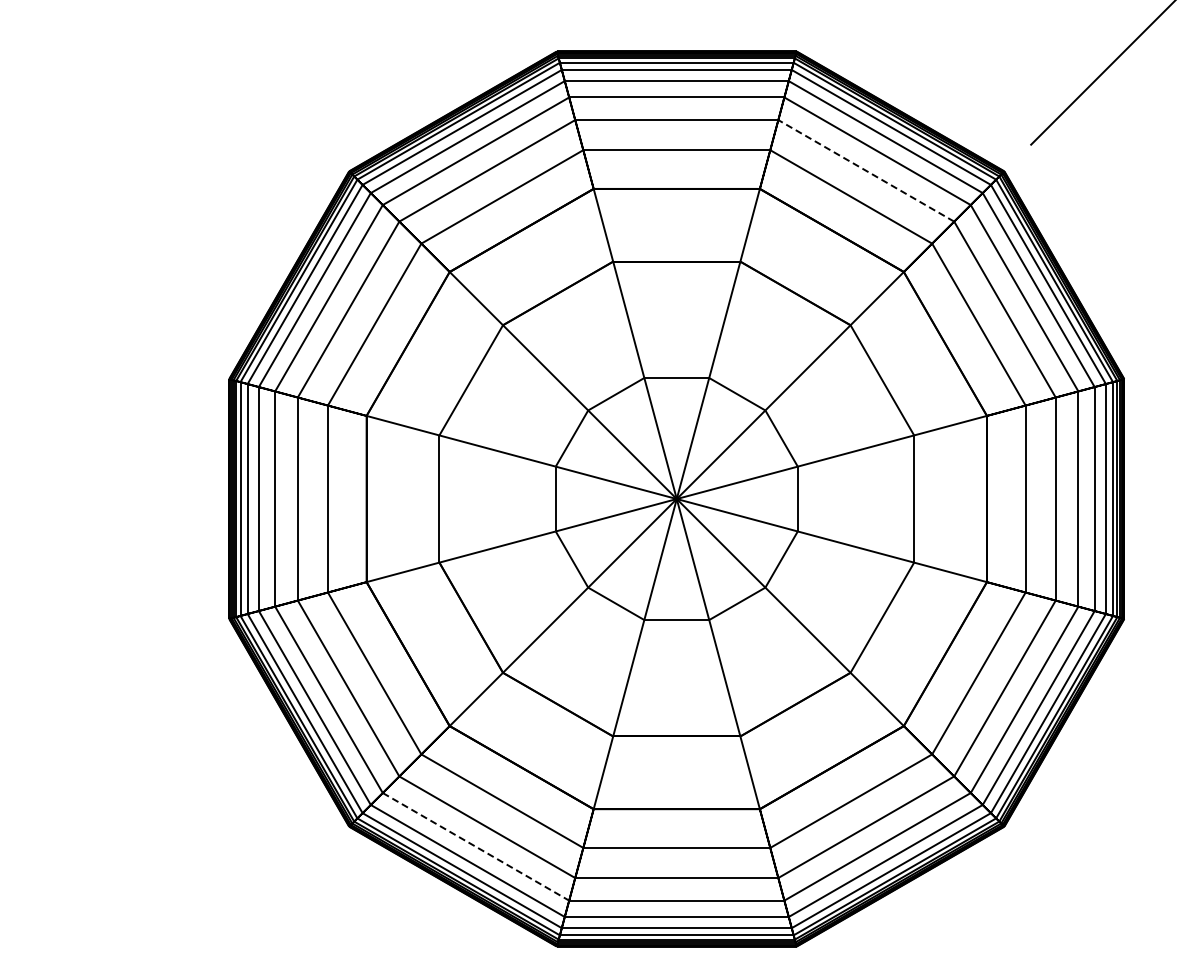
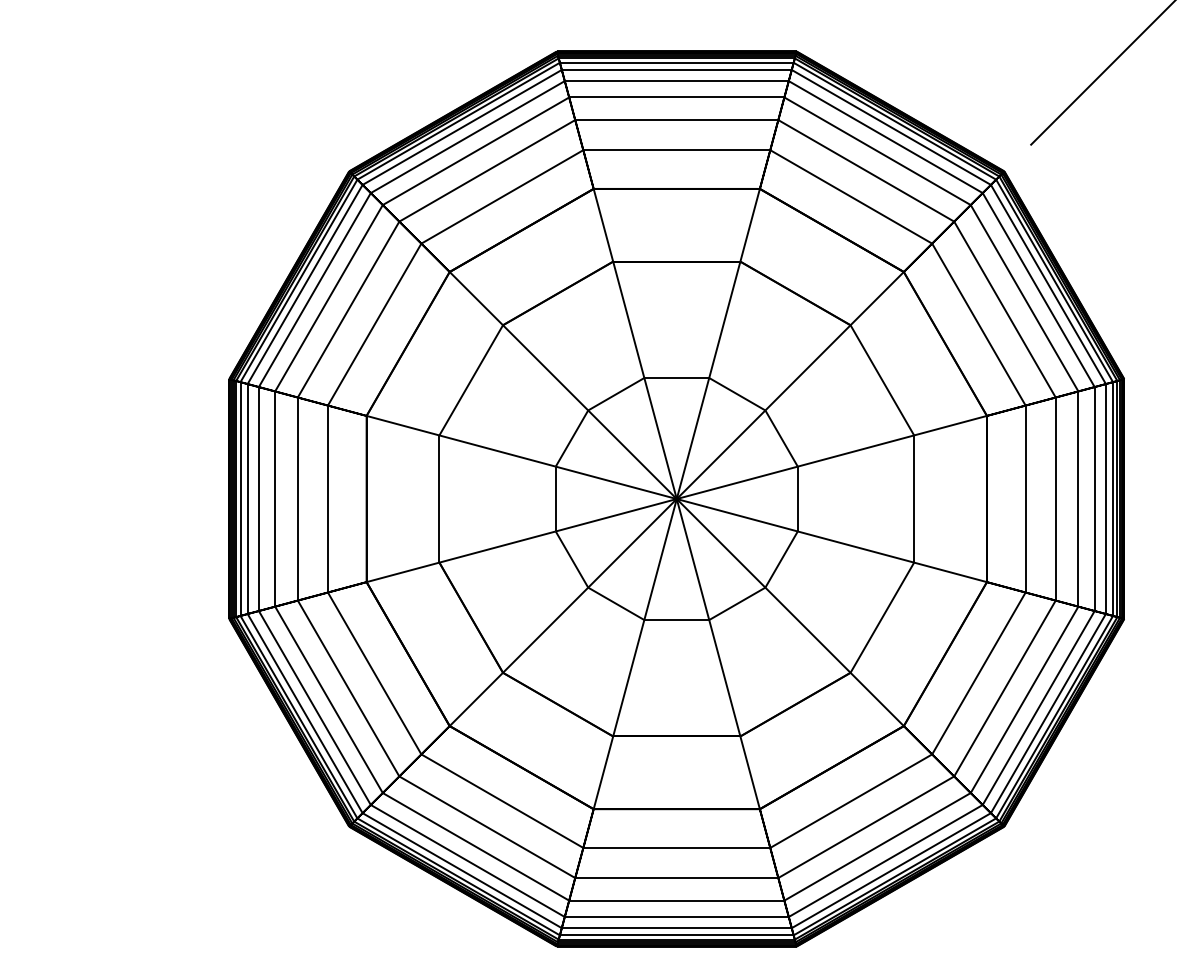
line at (866, 170): dashed -> solid
line at (476, 846): dashed -> solid
